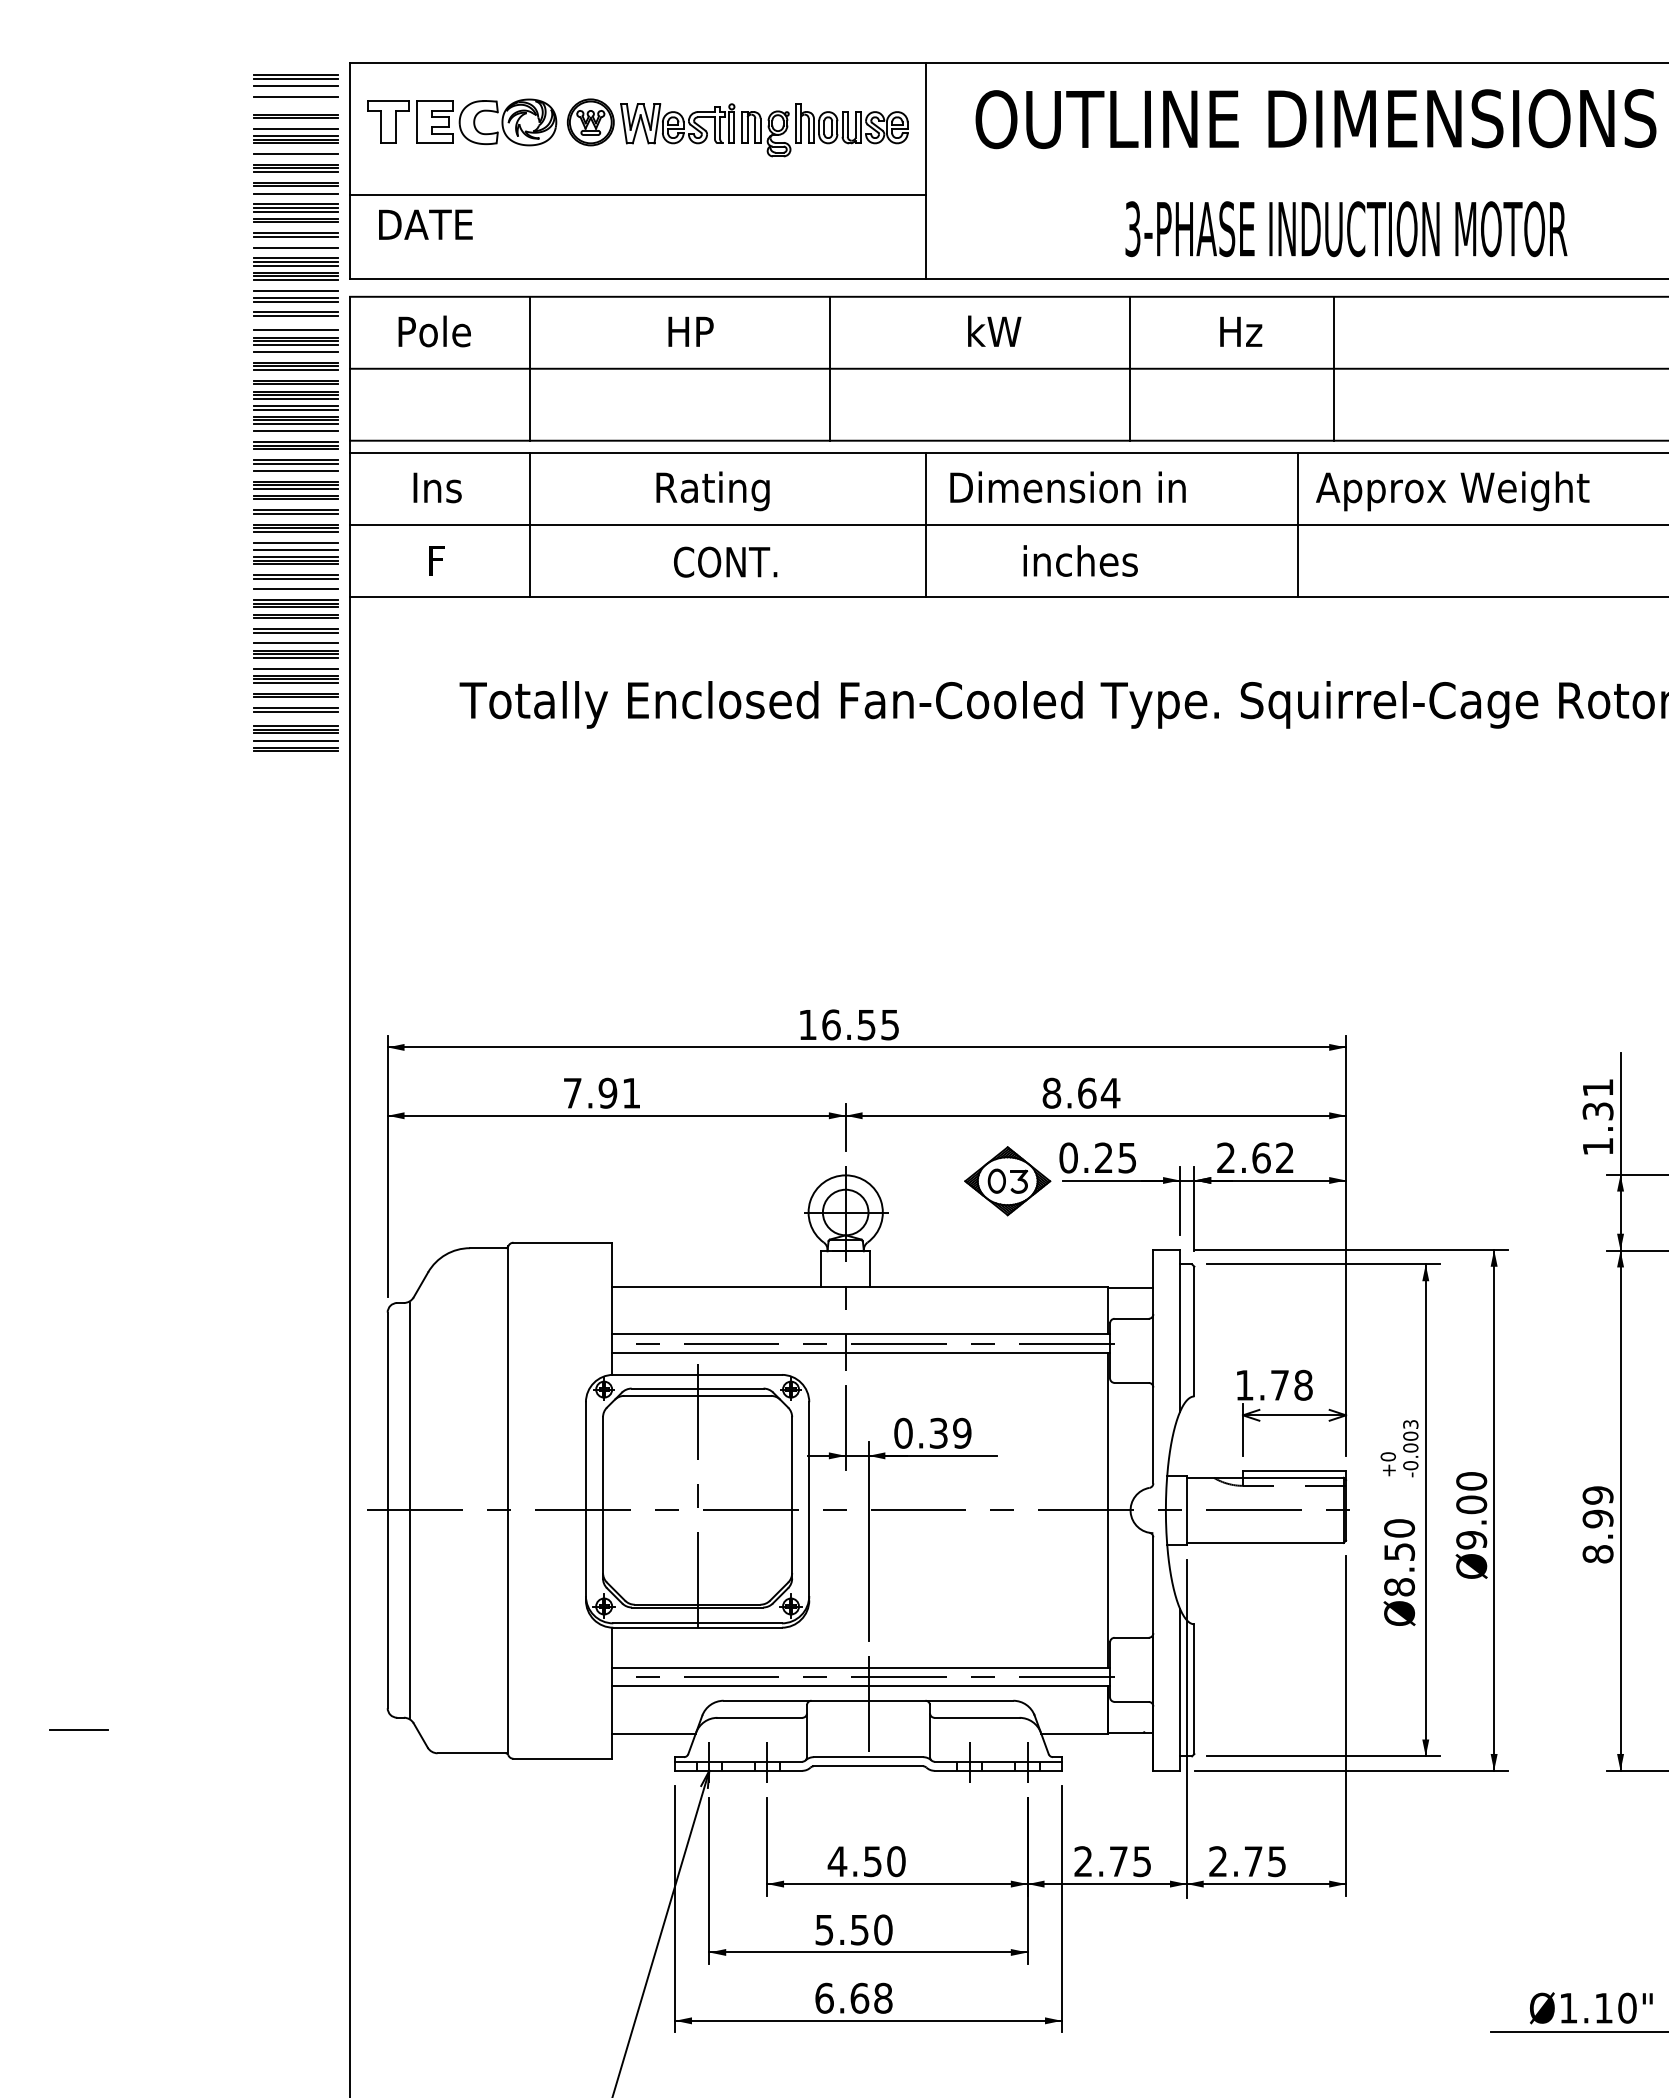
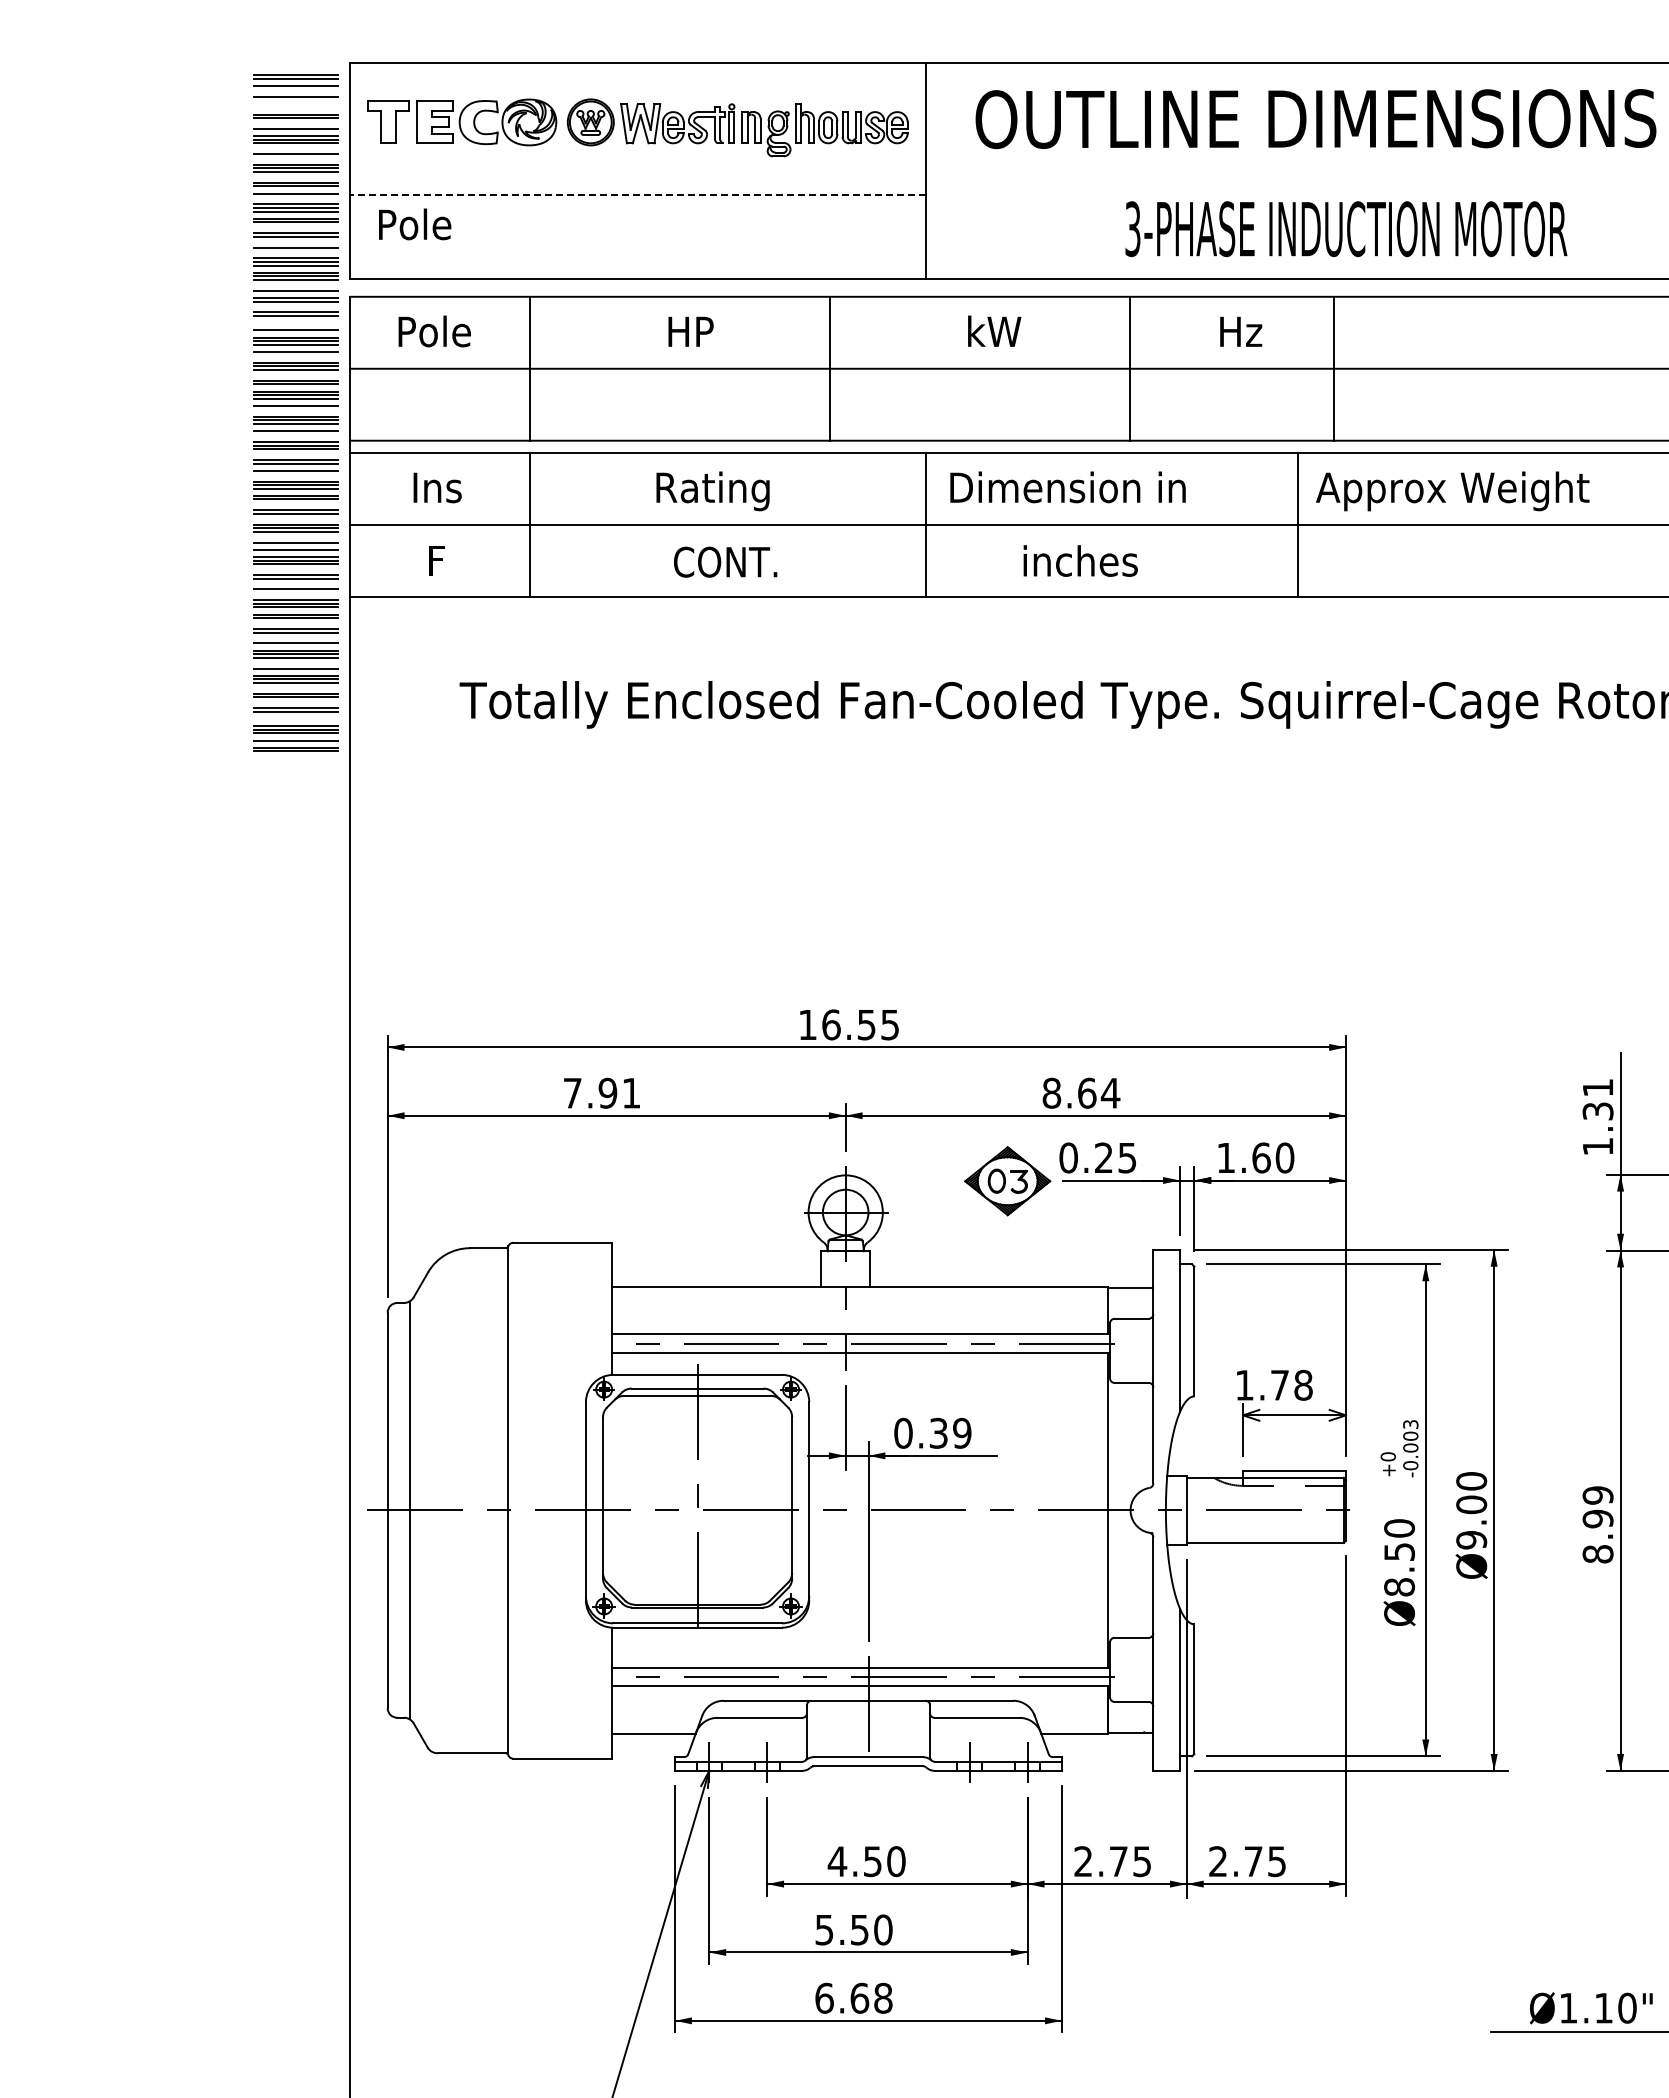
line at (637, 194): solid -> dashed
text at (427, 224): DATE -> Pole
line at (296, 409): present -> none
text at (1255, 1157): 2.62 -> 1.60
line at (79, 1730): present -> none
